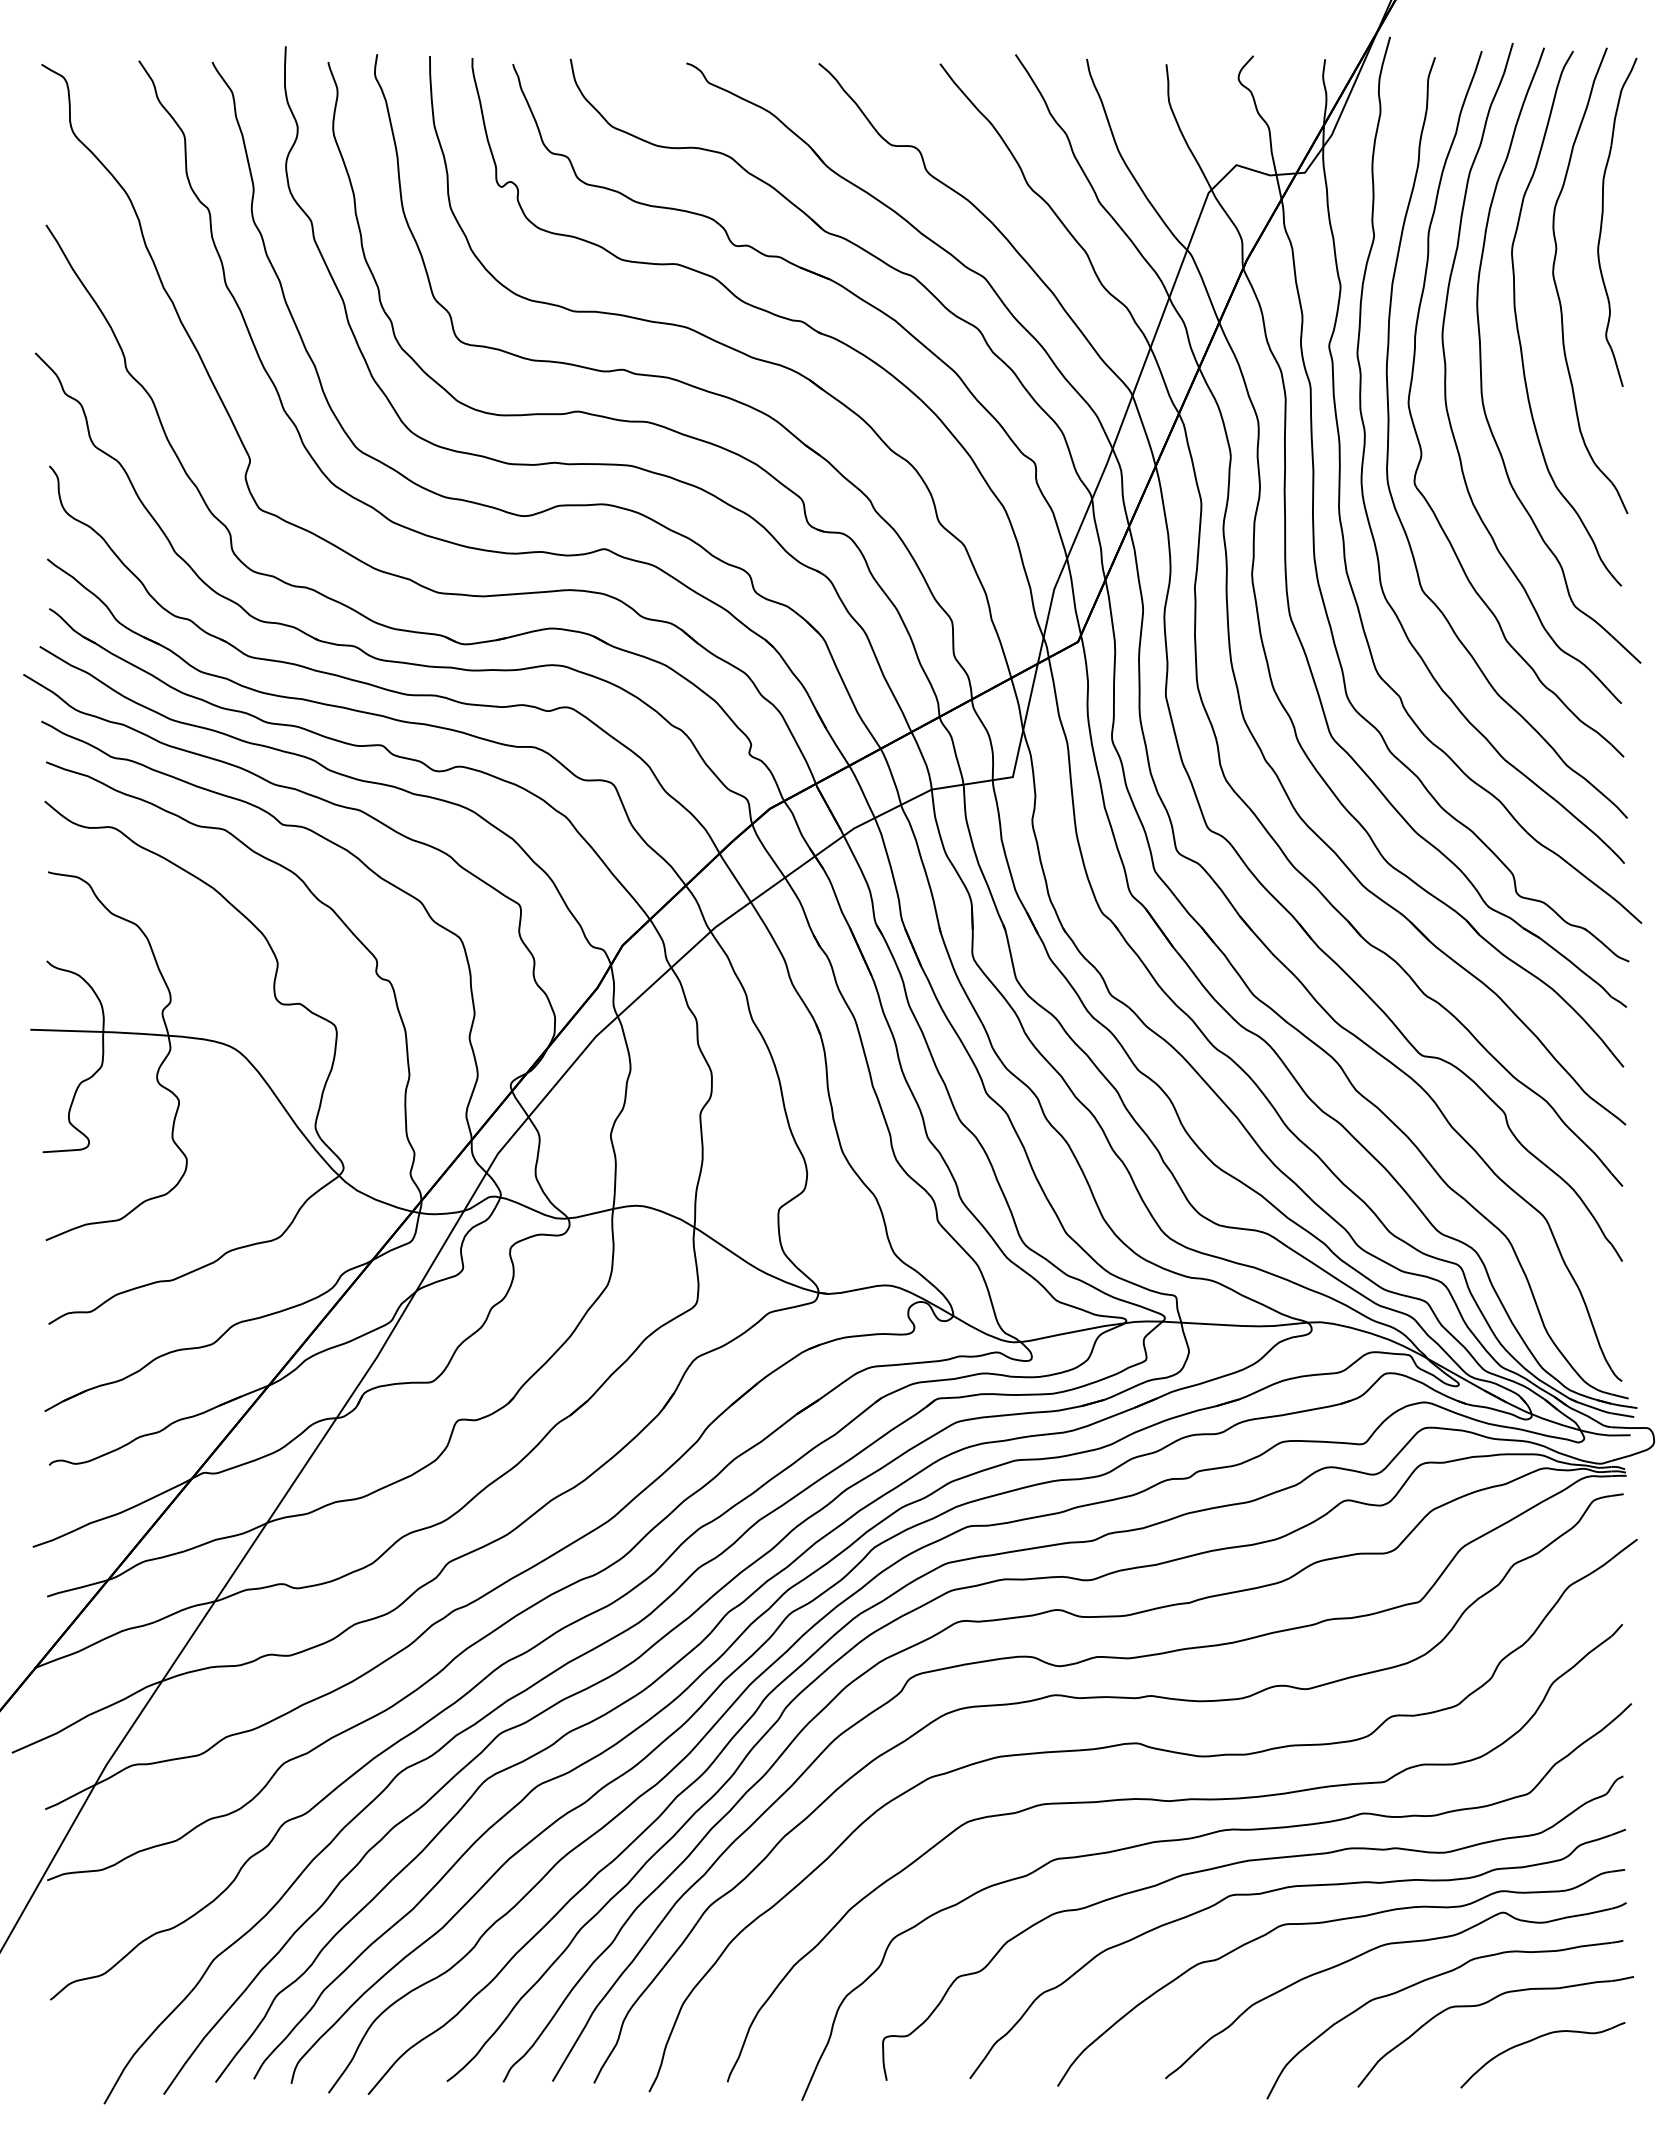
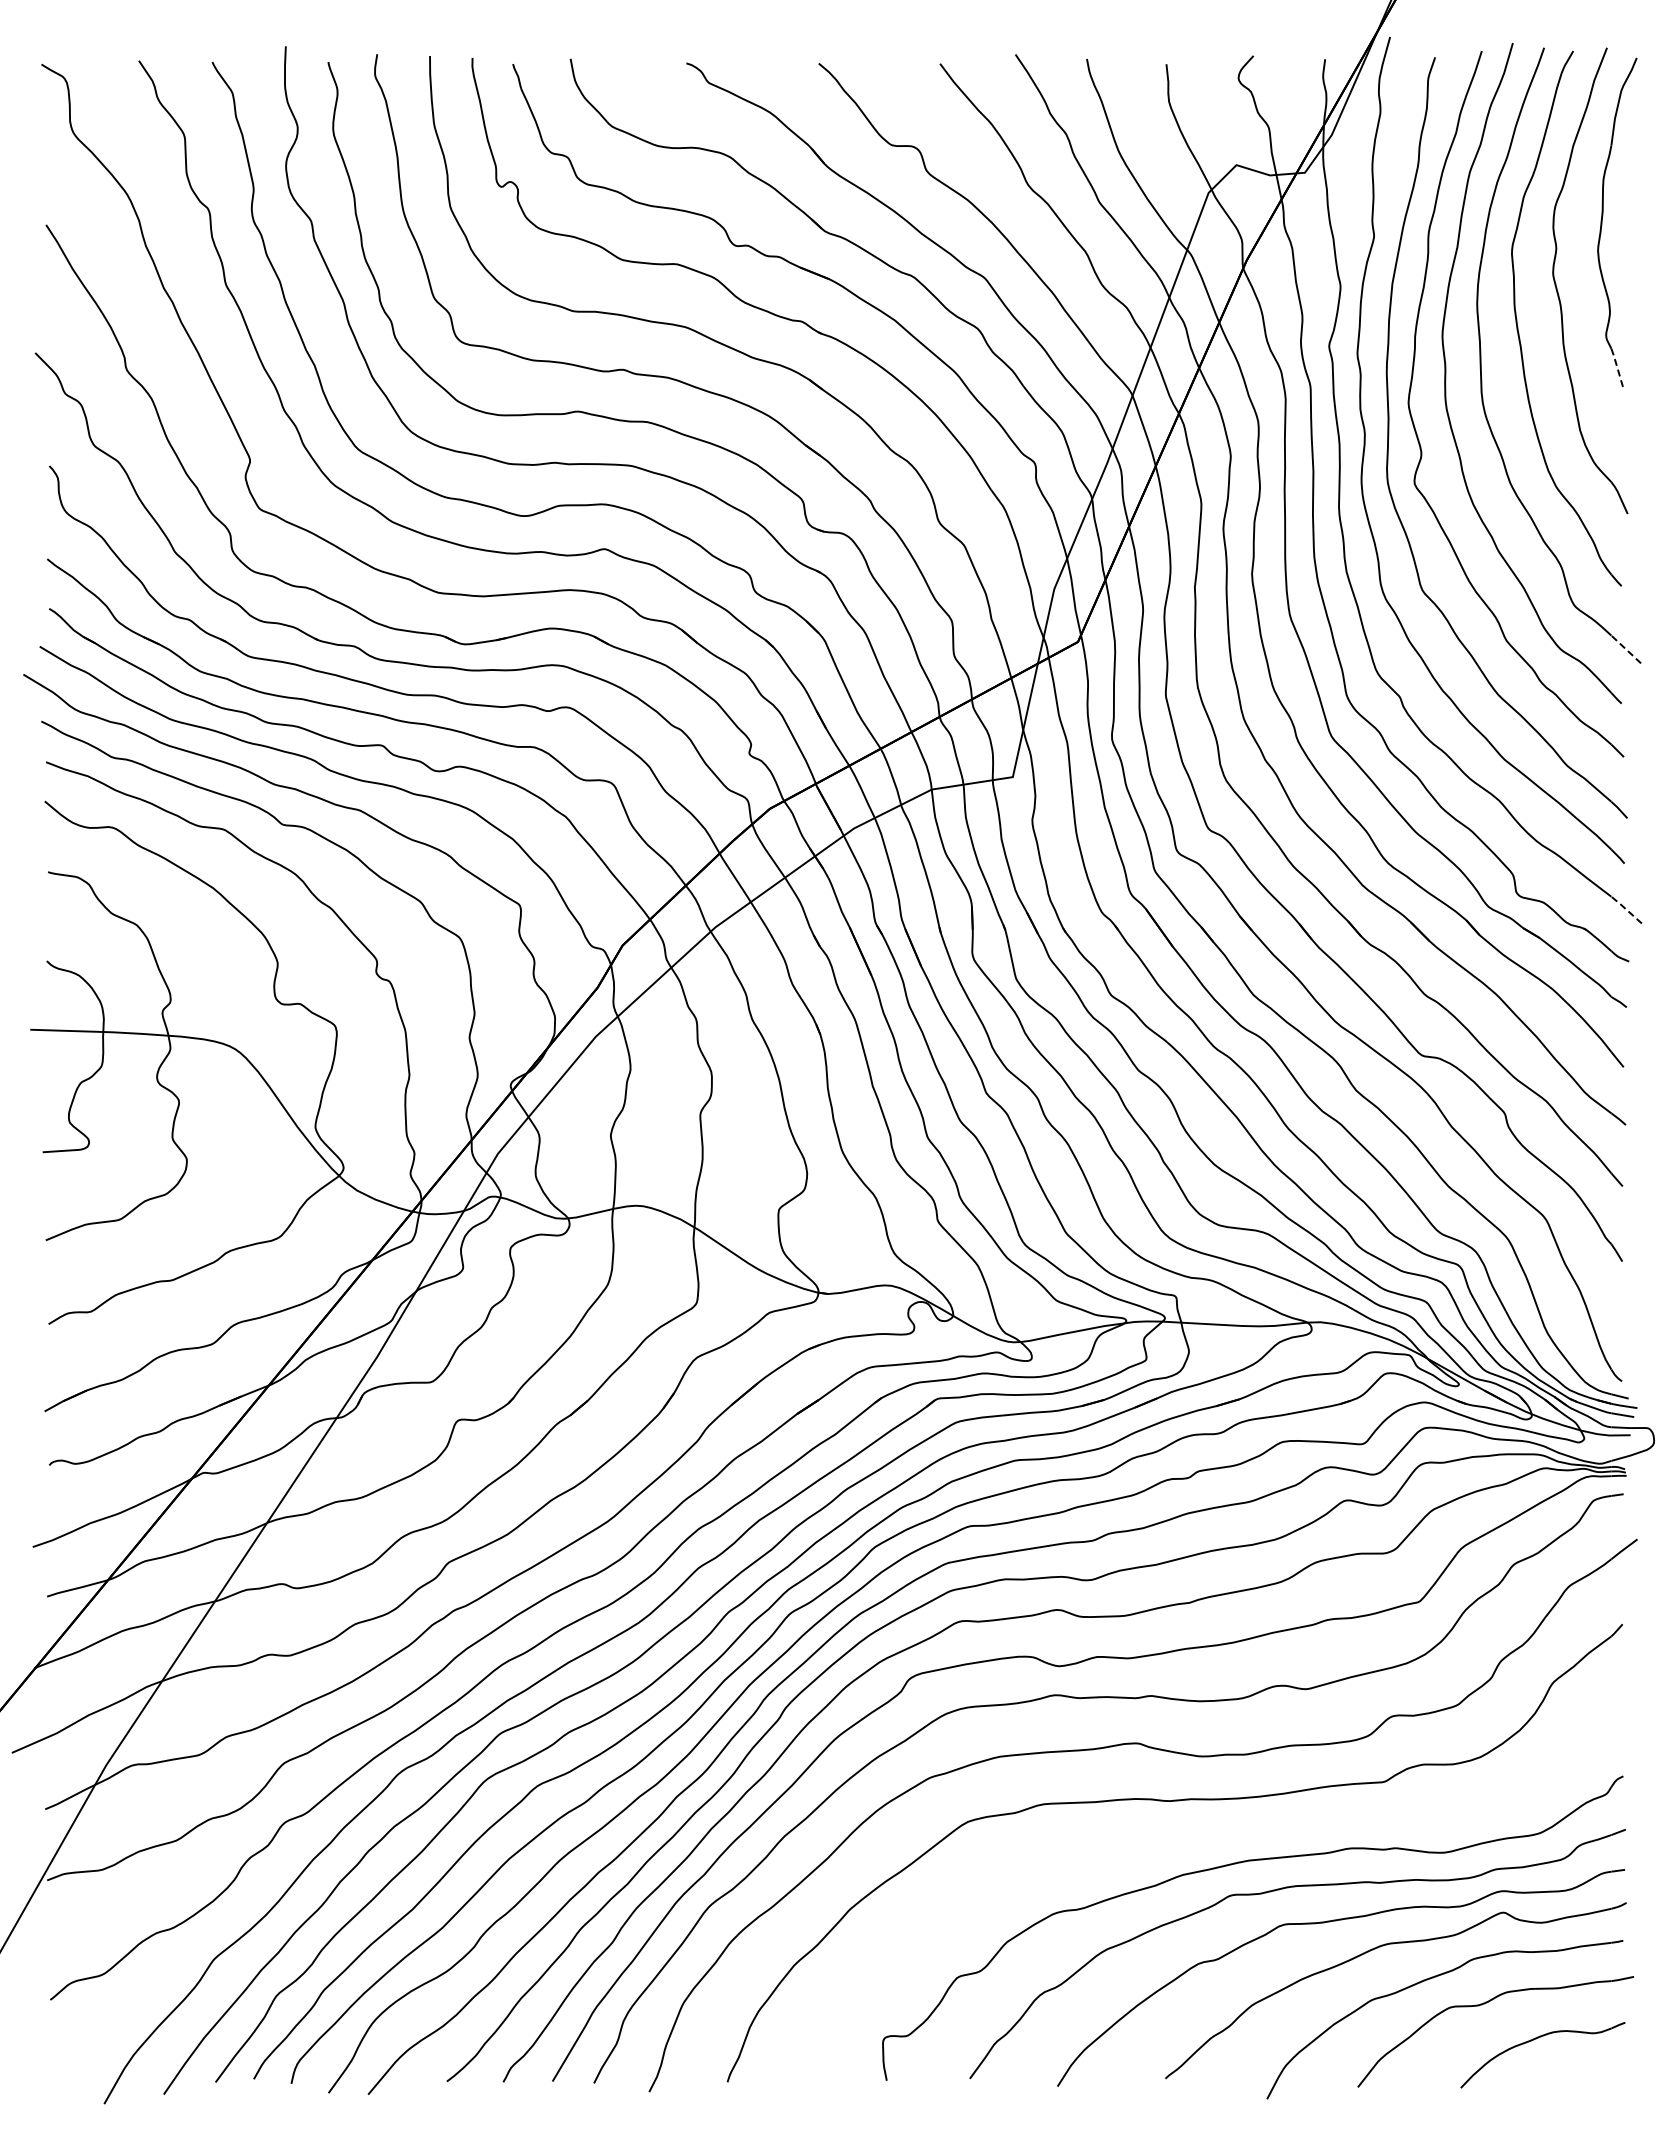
line at (1617, 366): solid -> dashed
line at (1625, 649): solid -> dashed
line at (1625, 909): solid -> dashed
part at (1200, 1837): present -> none
